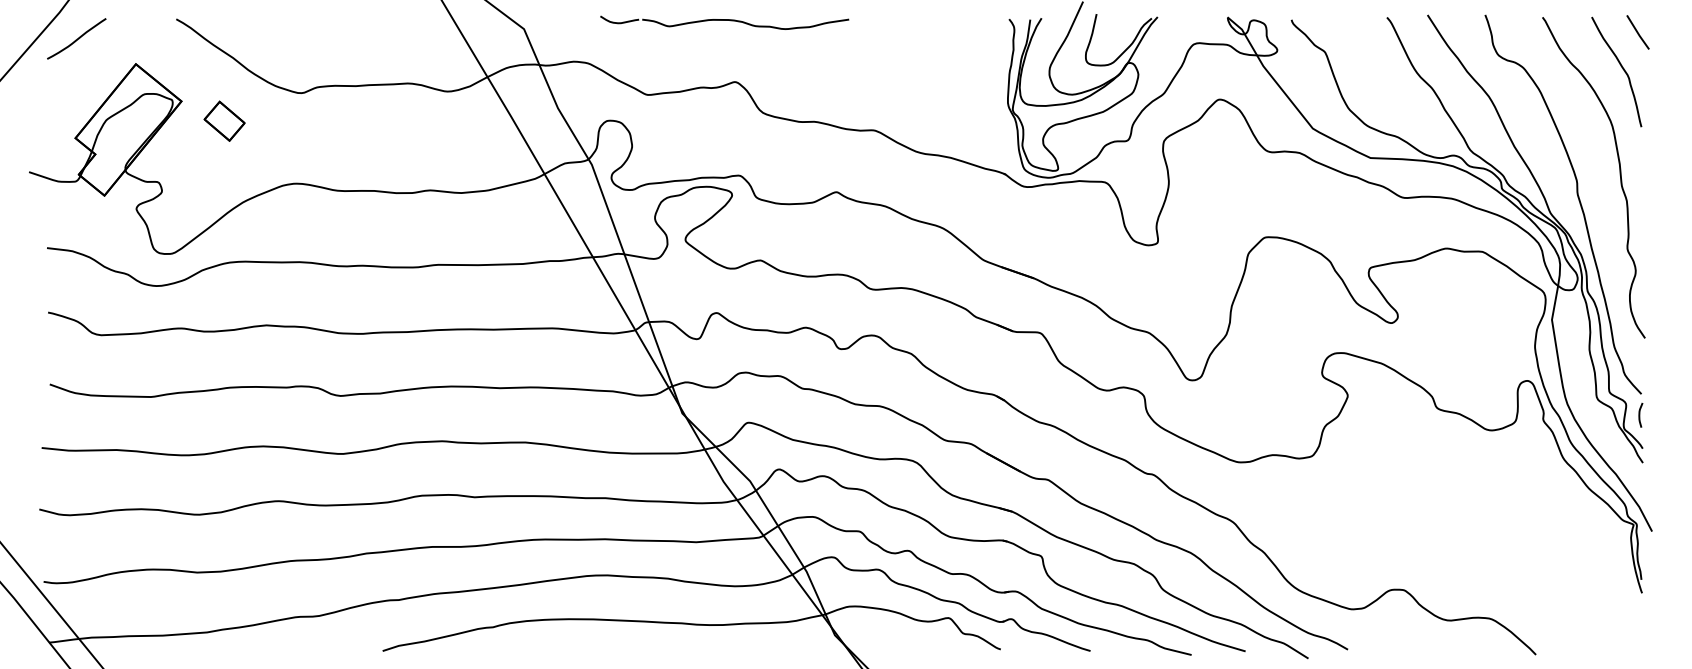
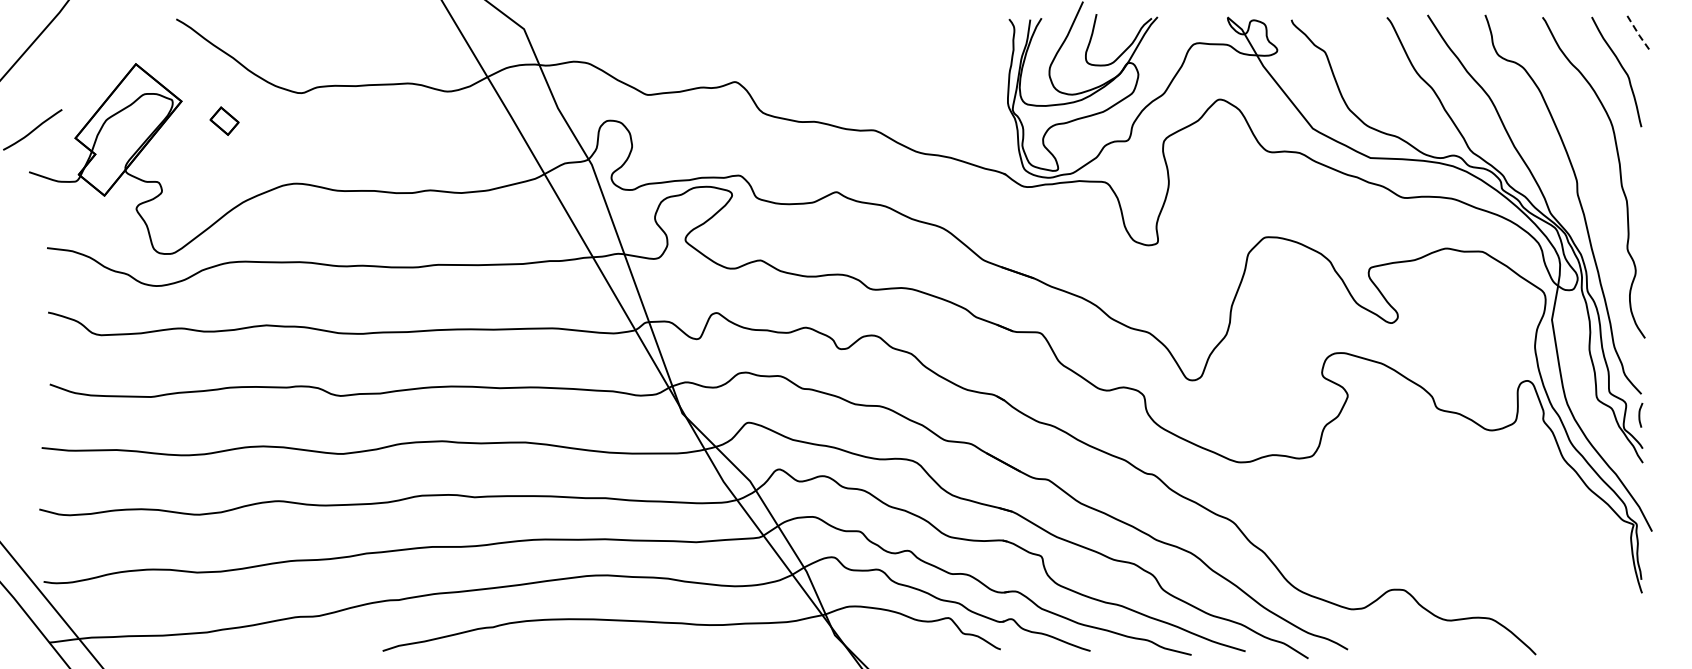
part at (724, 22): present -> none
line at (1637, 32): solid -> dashed
curve at (77, 38) position: (77, 38) -> (33, 129)
part at (224, 120) size: 43x42 px -> 31x30 px
